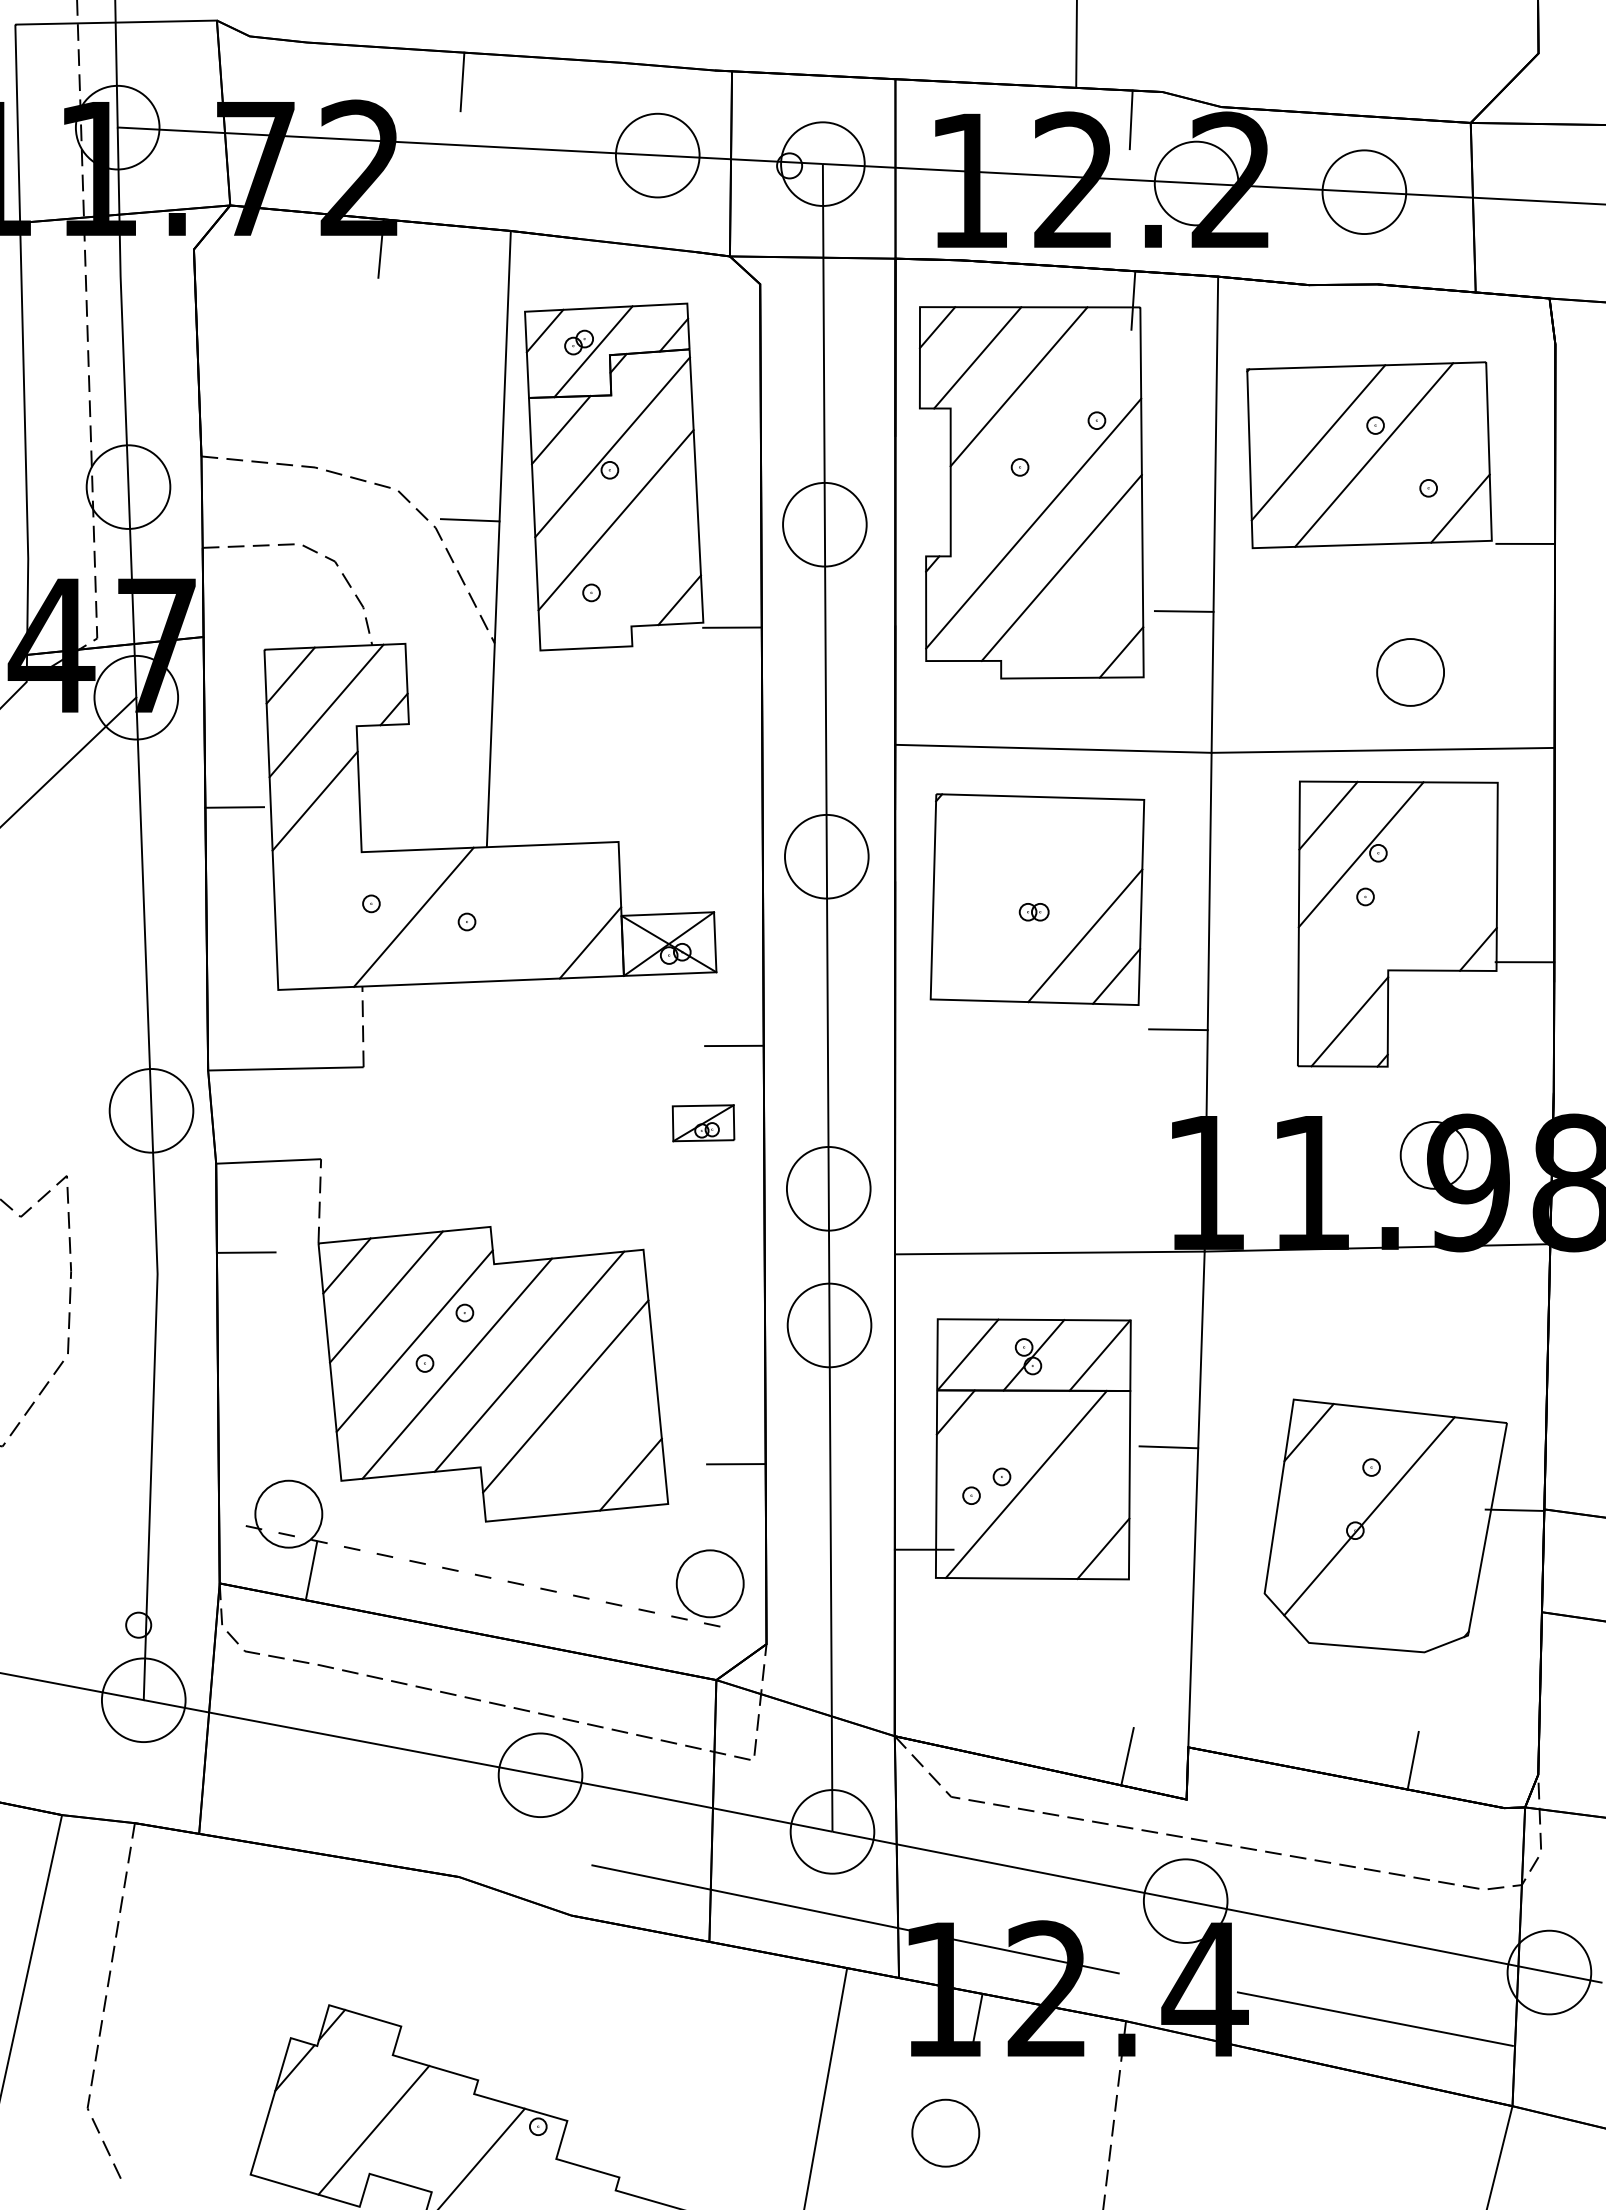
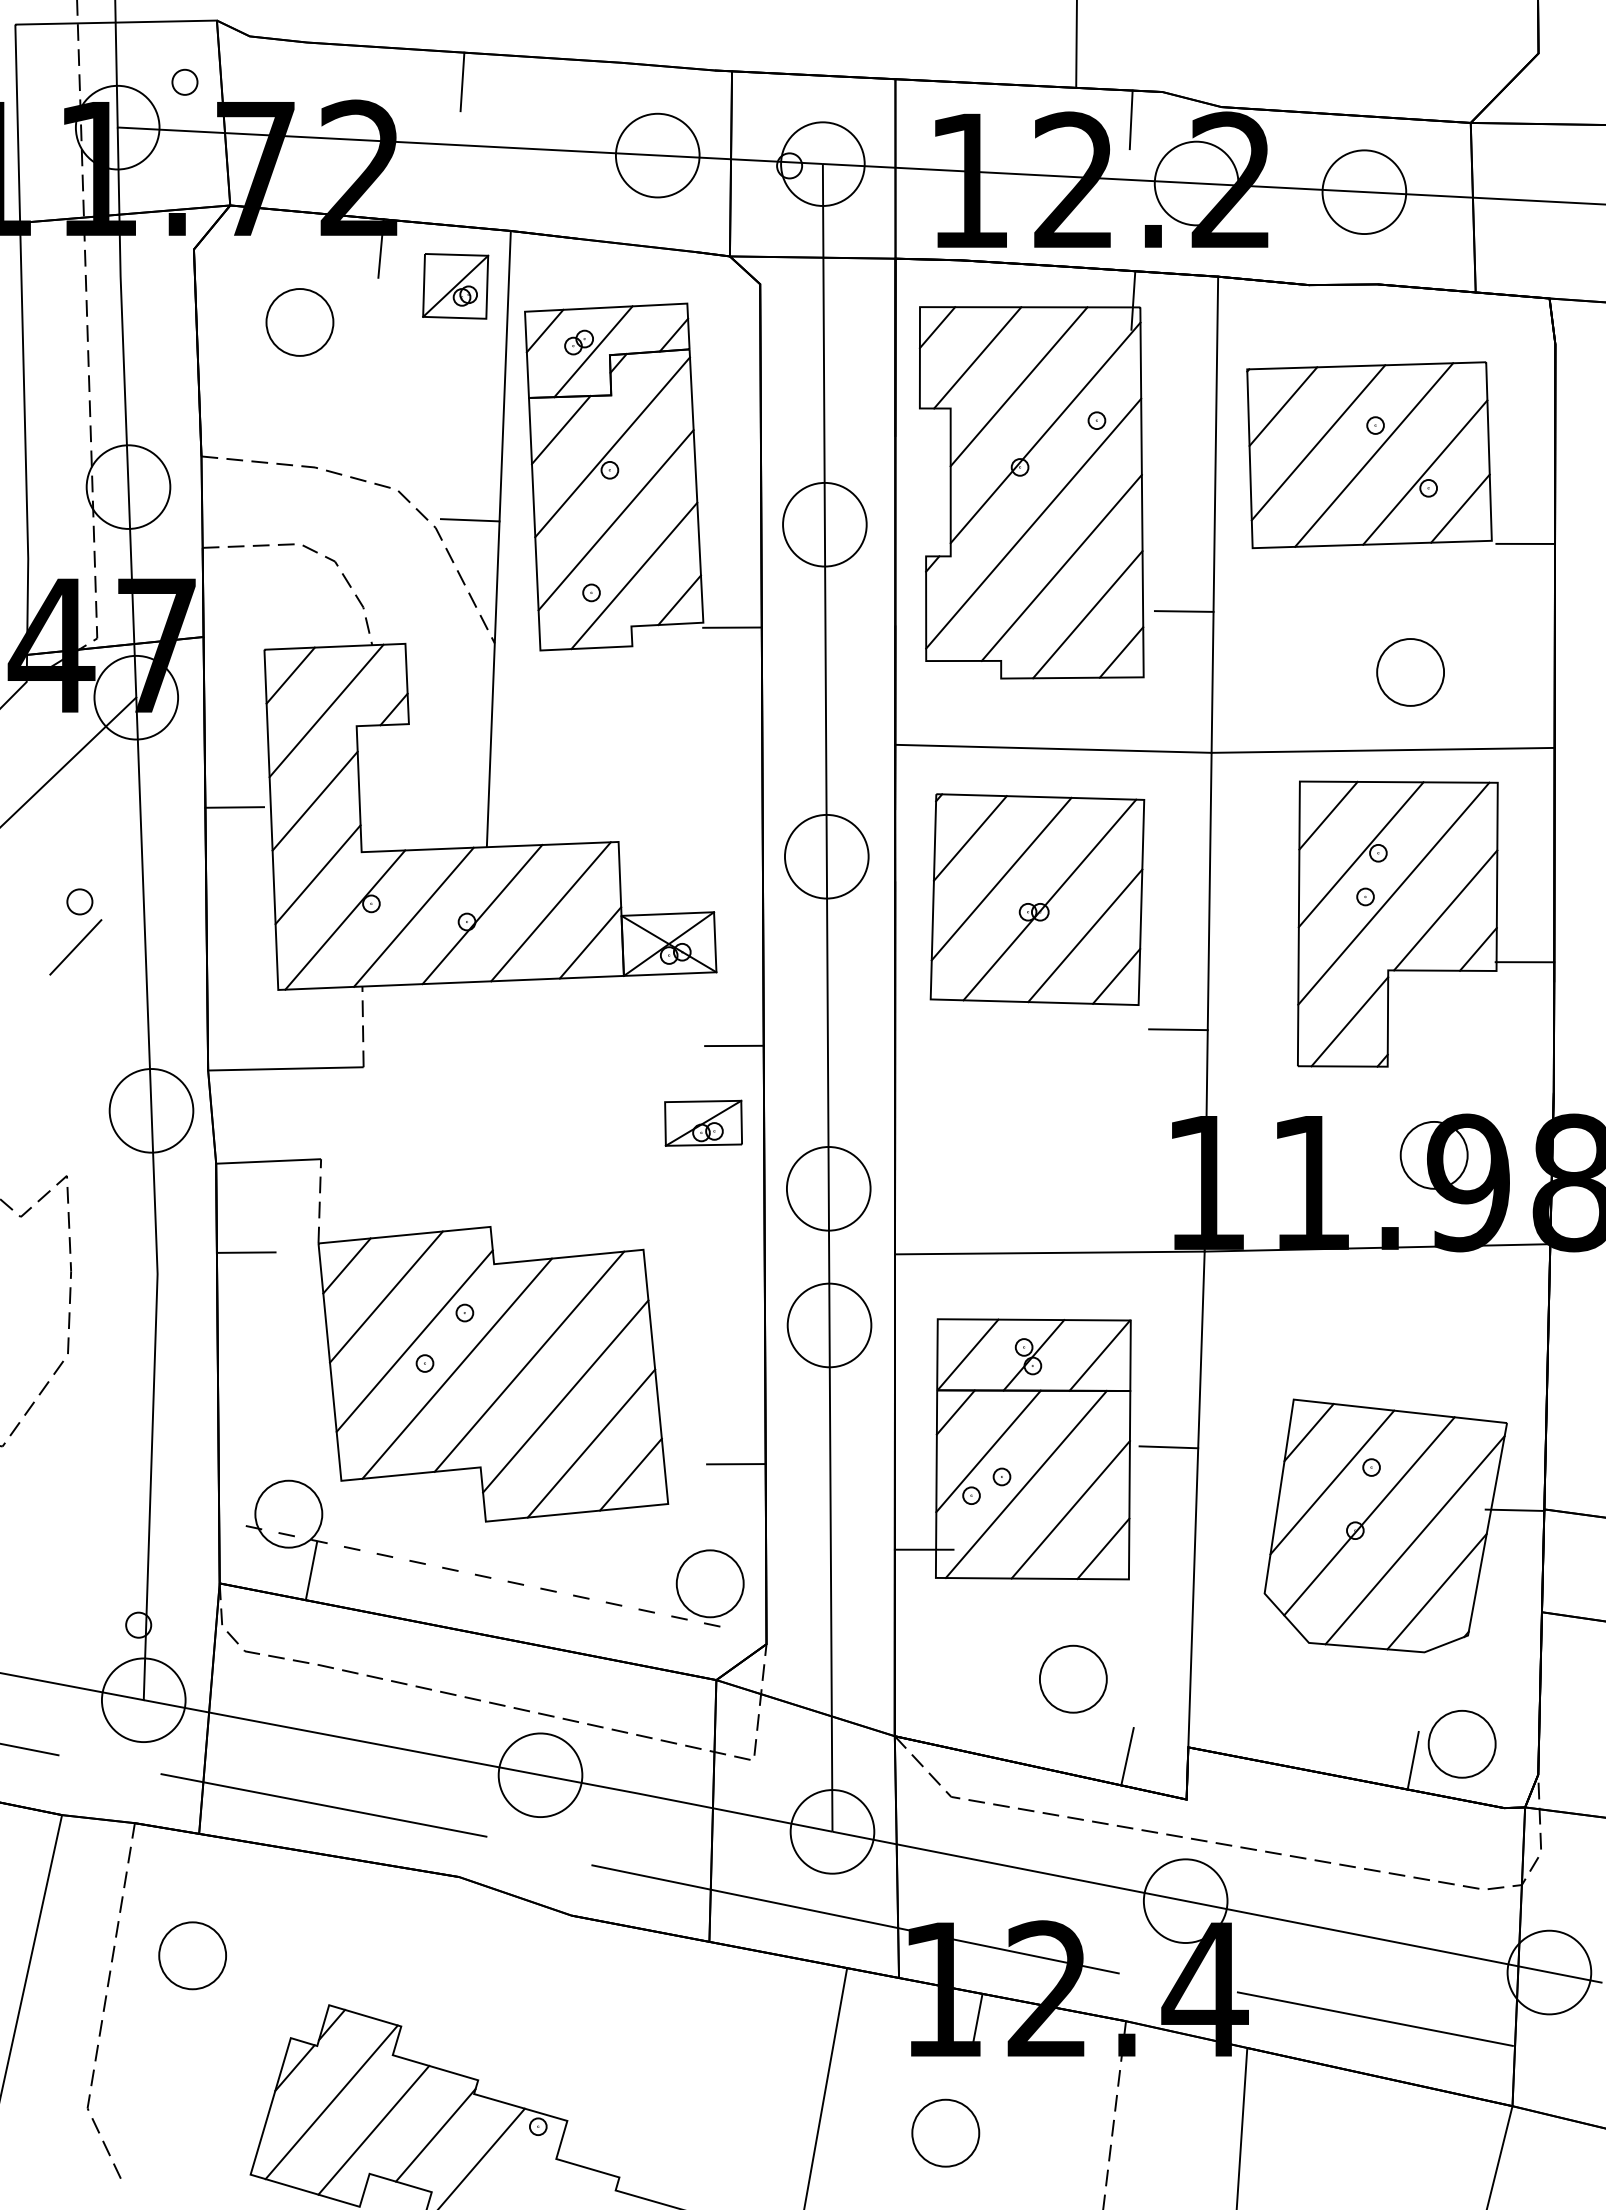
part at (184, 81): none -> present
part at (455, 286): none -> present
part at (299, 322): none -> present
line at (1283, 406): none -> present
line at (1045, 432): none -> present
line at (1425, 472): none -> present
line at (634, 575): none -> present
line at (1087, 614): none -> present
line at (969, 838): none -> present
line at (317, 874): none -> present
line at (1001, 878): none -> present
line at (1393, 893): none -> present
line at (1049, 899): none -> present
part at (79, 901): none -> present
line at (1445, 910): none -> present
line at (550, 911): none -> present
line at (482, 914): none -> present
line at (345, 919): none -> present
line at (75, 947): none -> present
part at (703, 1123) size: 65x39 px -> 79x48 px
line at (591, 1443): none -> present
line at (988, 1451): none -> present
line at (1332, 1482): none -> present
line at (1070, 1509): none -> present
line at (1414, 1540): none -> present
line at (1436, 1591): none -> present
part at (1073, 1678): none -> present
part at (1461, 1744): none -> present
line at (30, 1749): none -> present
line at (323, 1805): none -> present
part at (192, 1955): none -> present
line at (331, 2102): none -> present
line at (1241, 2126): none -> present
line at (435, 2135): none -> present
